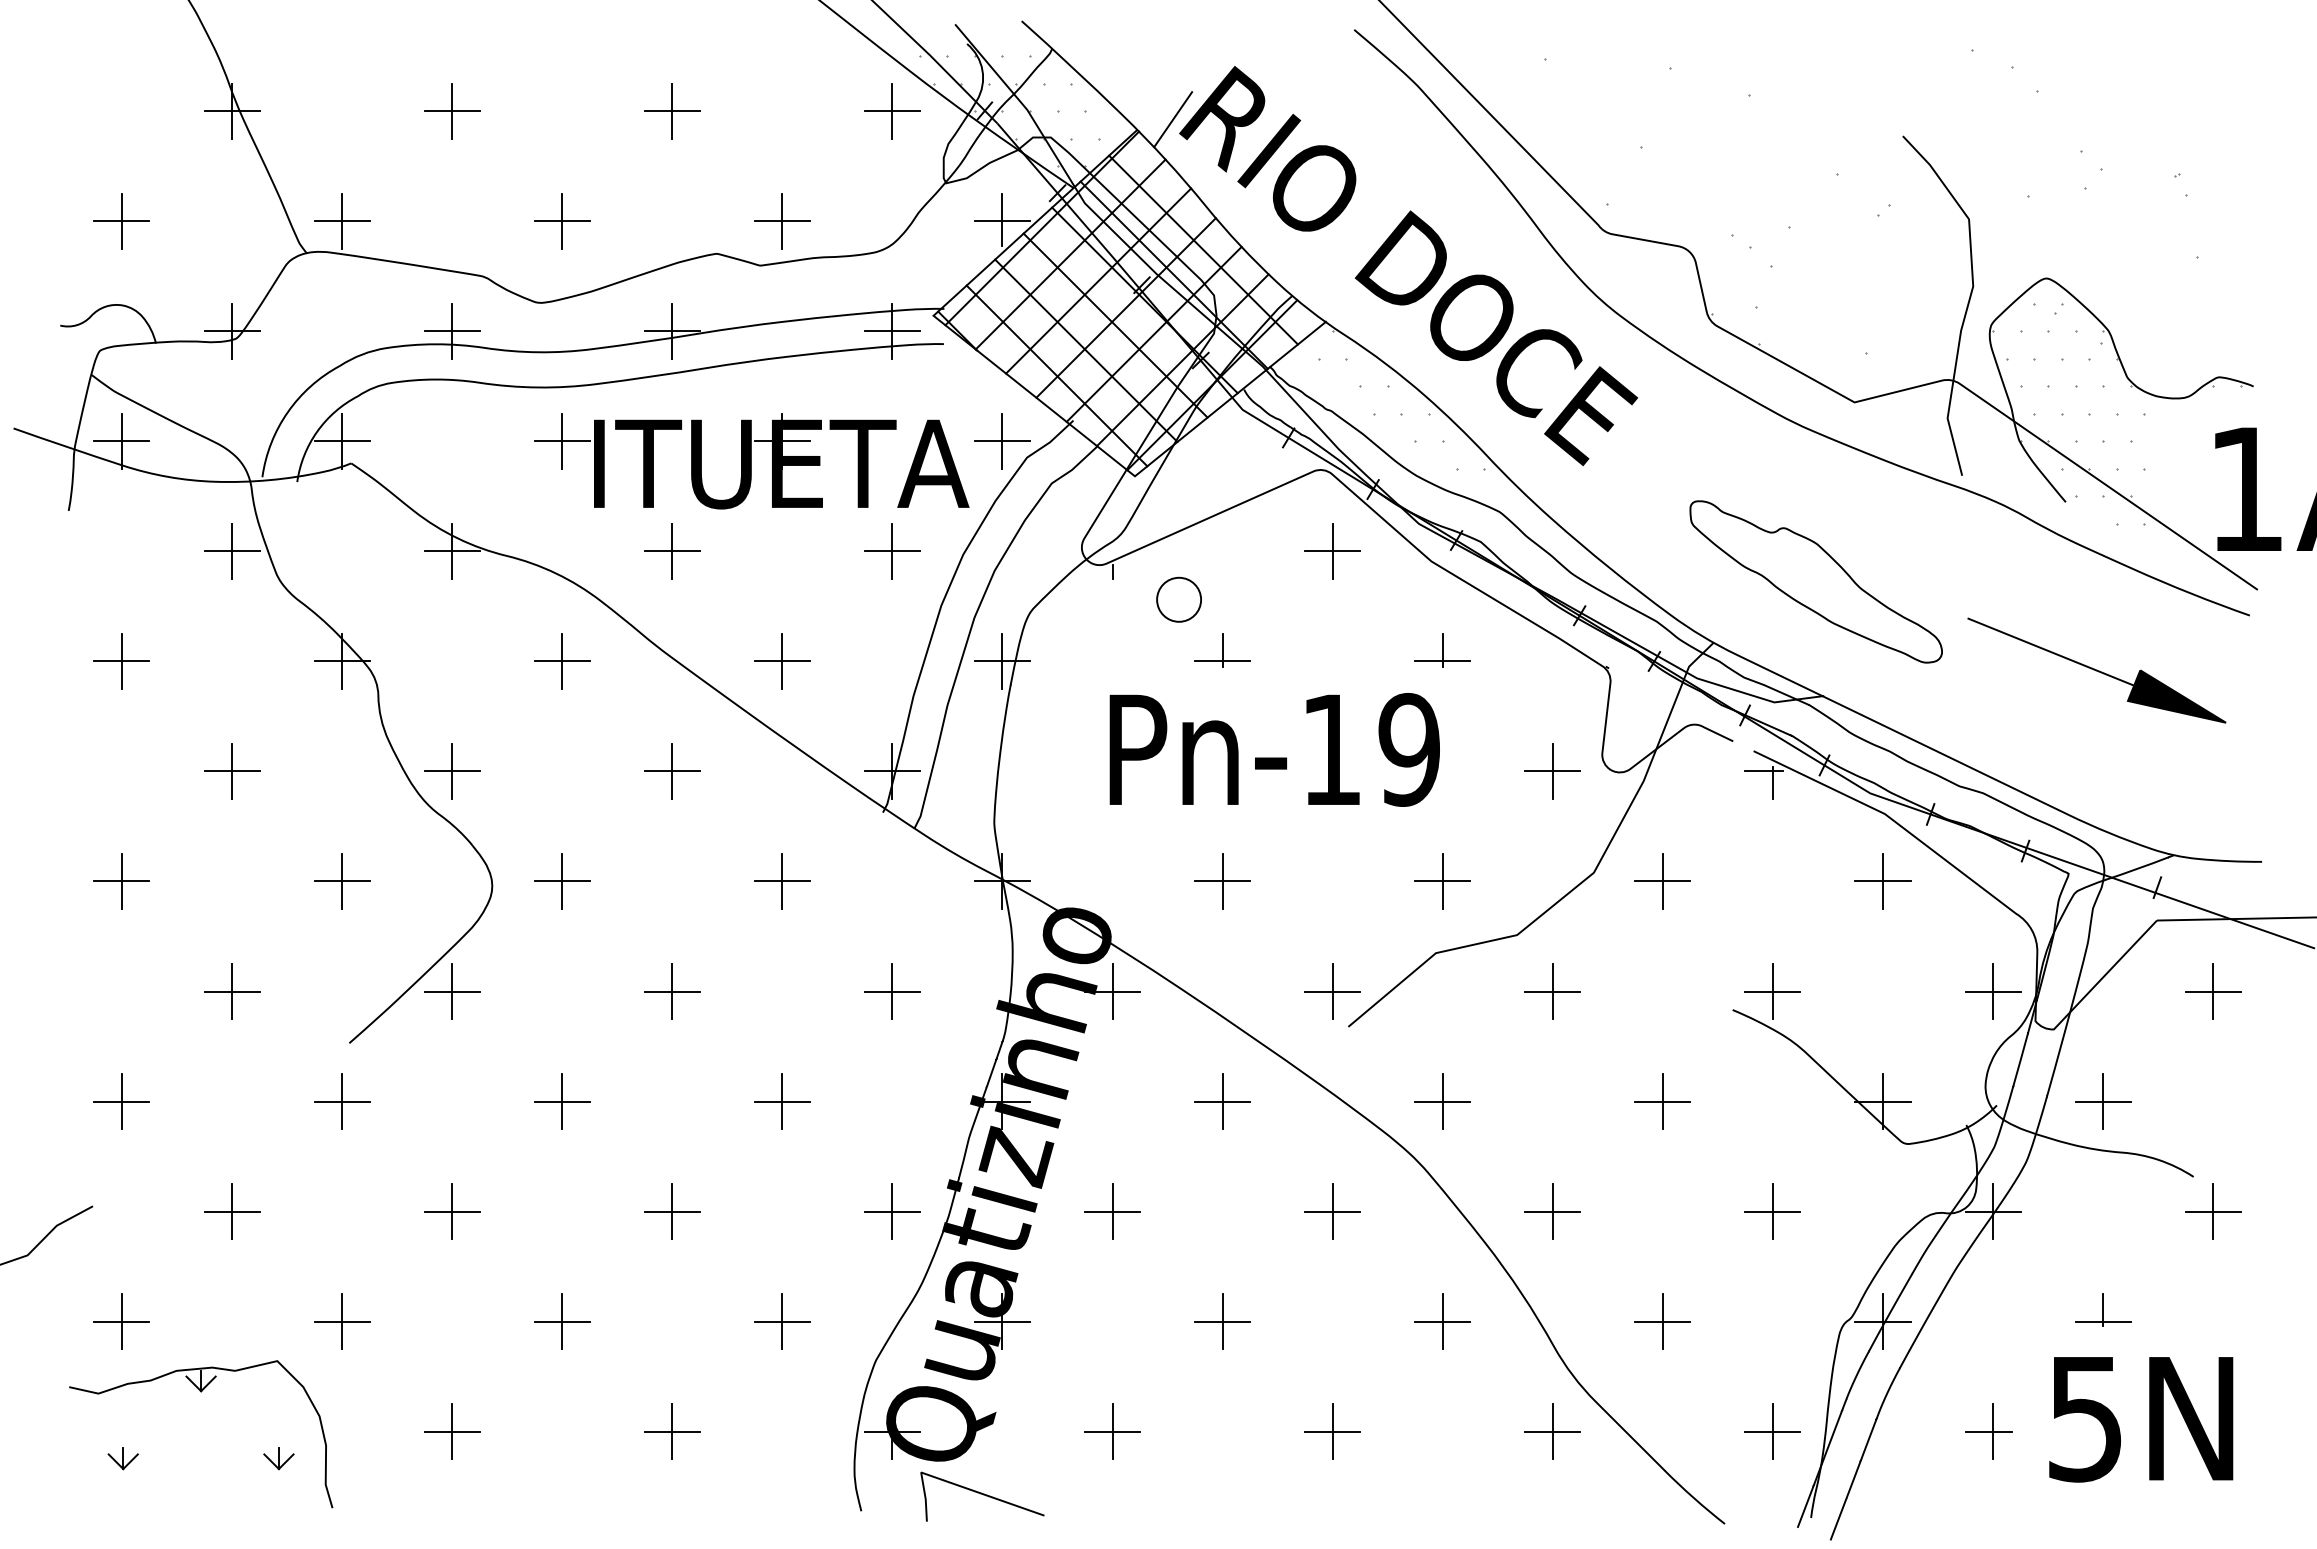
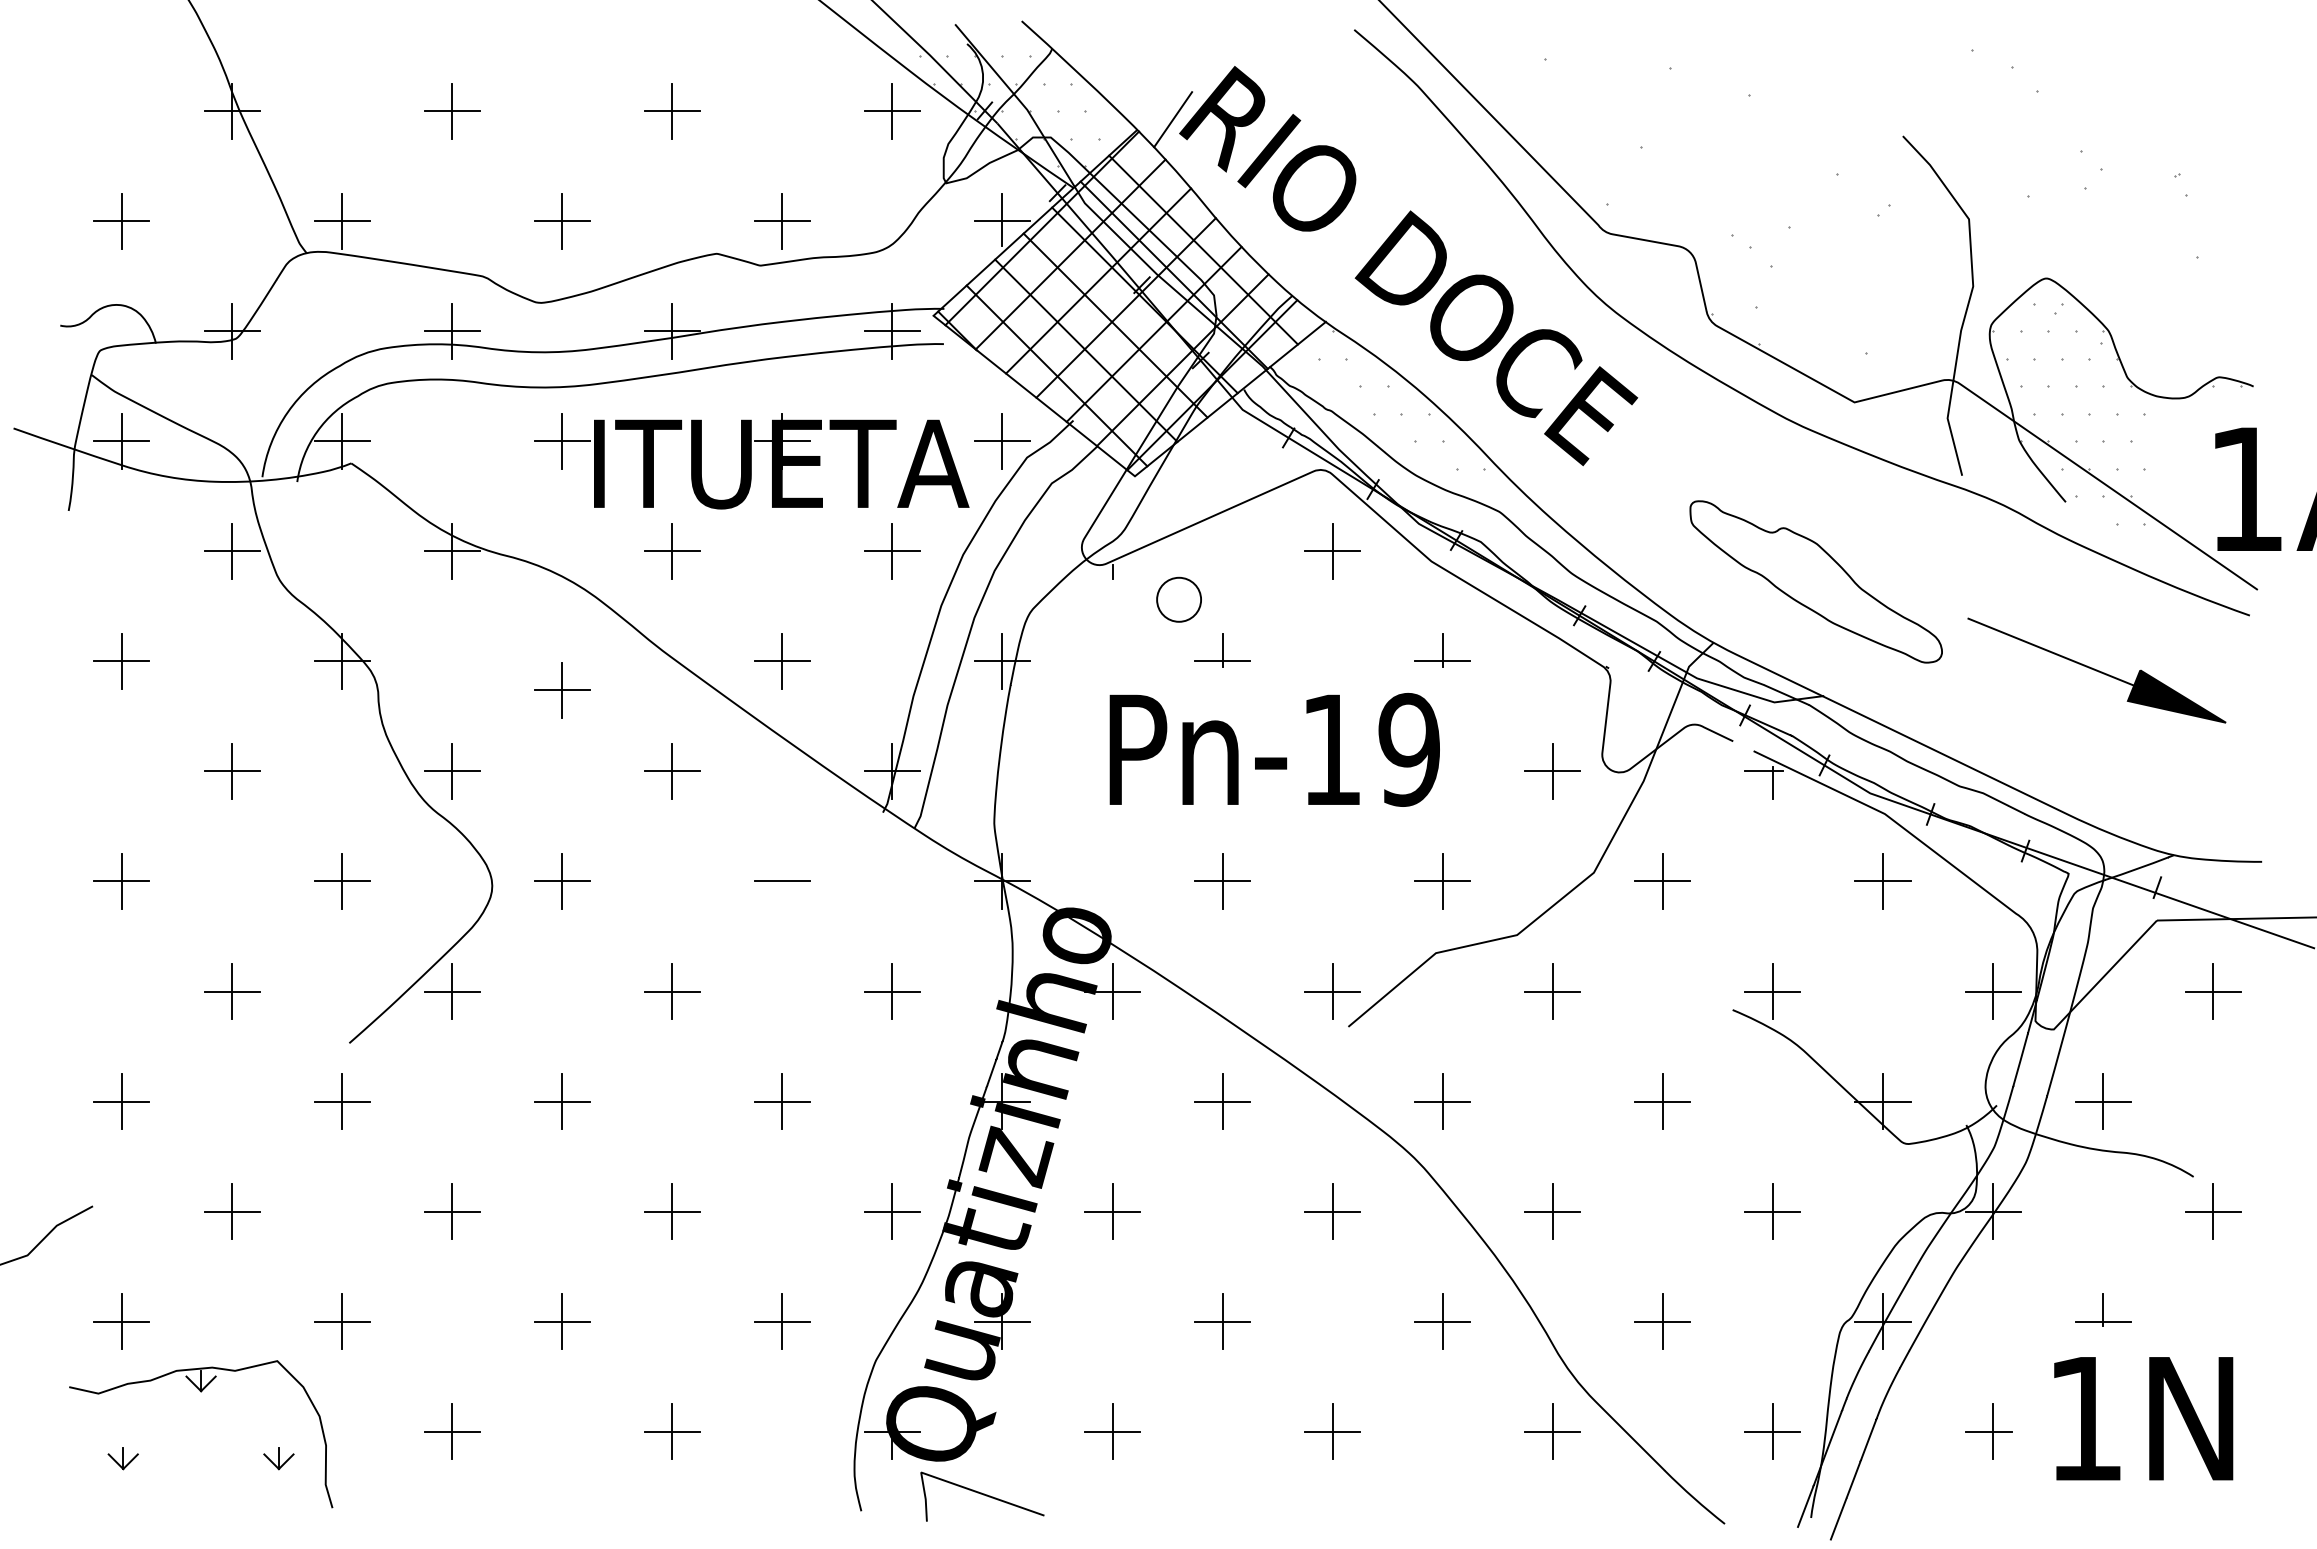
part at (562, 661) position: (562, 661) -> (562, 690)
line at (782, 881): present -> none
text at (2084, 1419): 5N -> 1N
